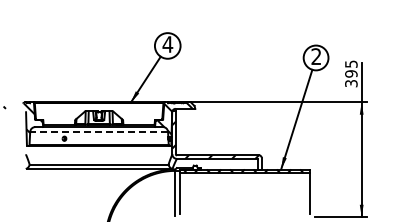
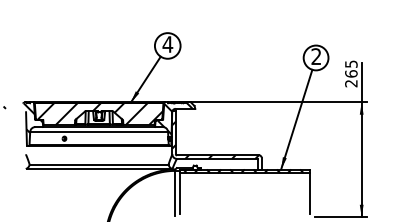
text at (351, 78): 395 -> 265
hatch at (99, 113): none -> present
line at (99, 131): dashed -> solid
